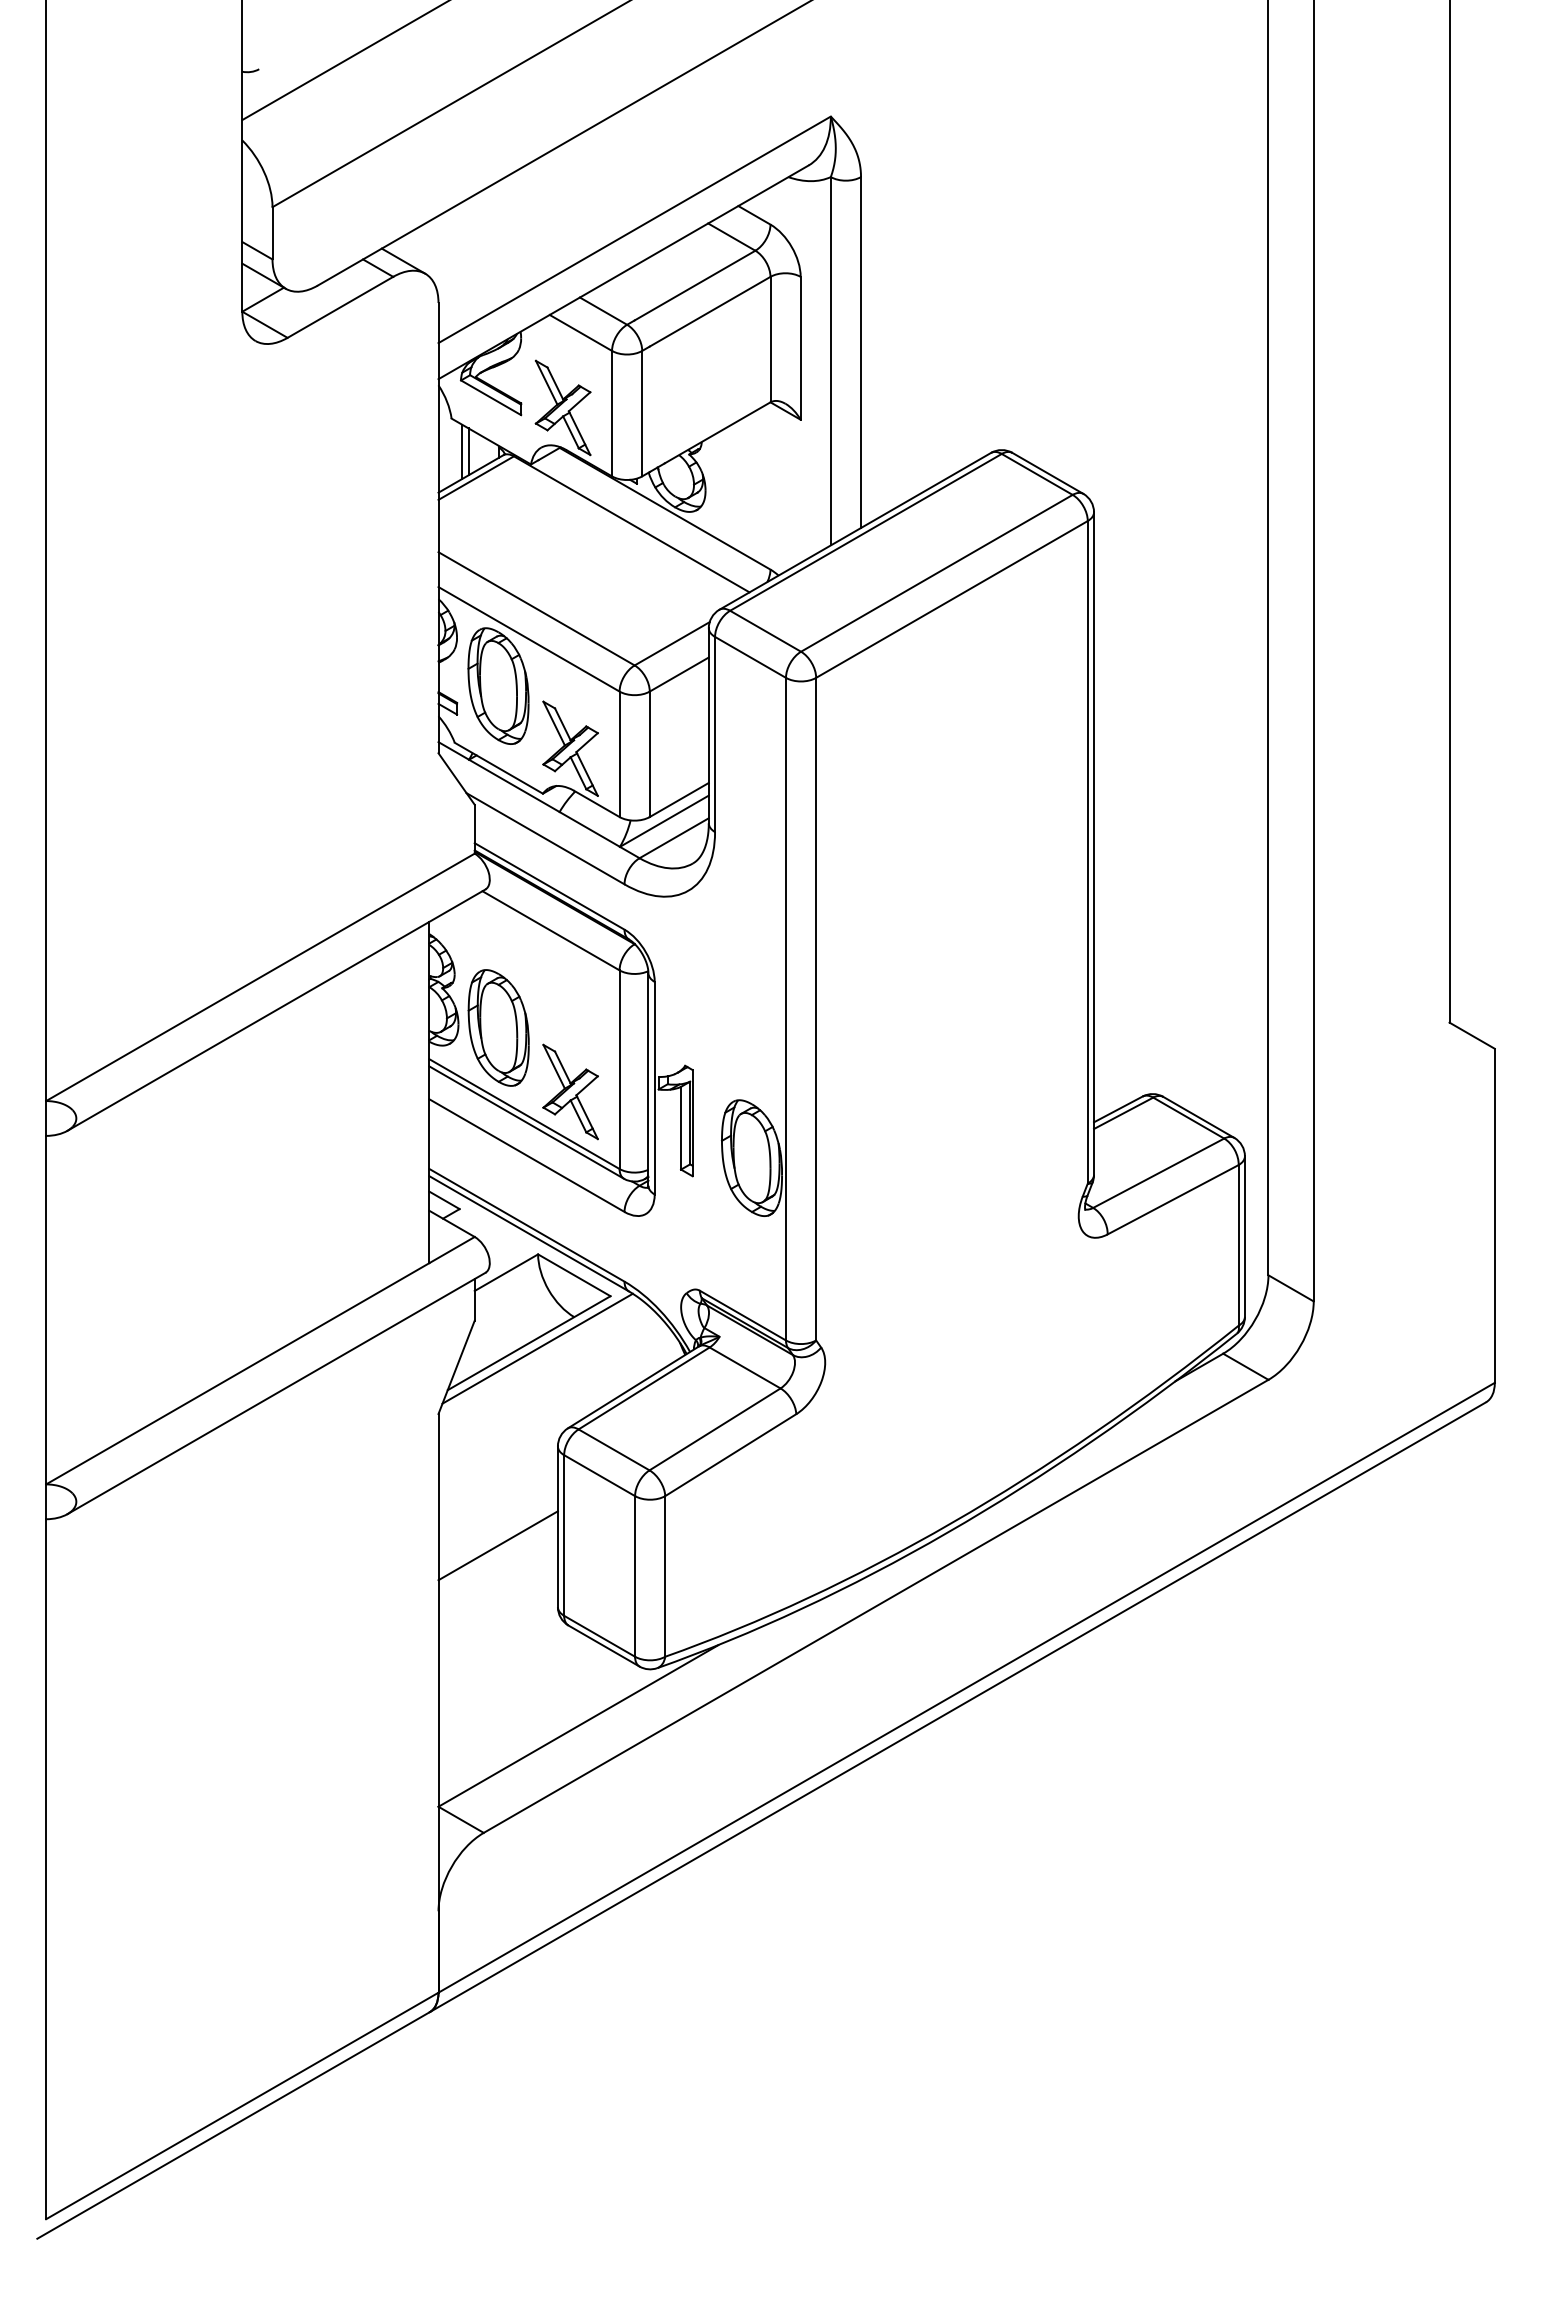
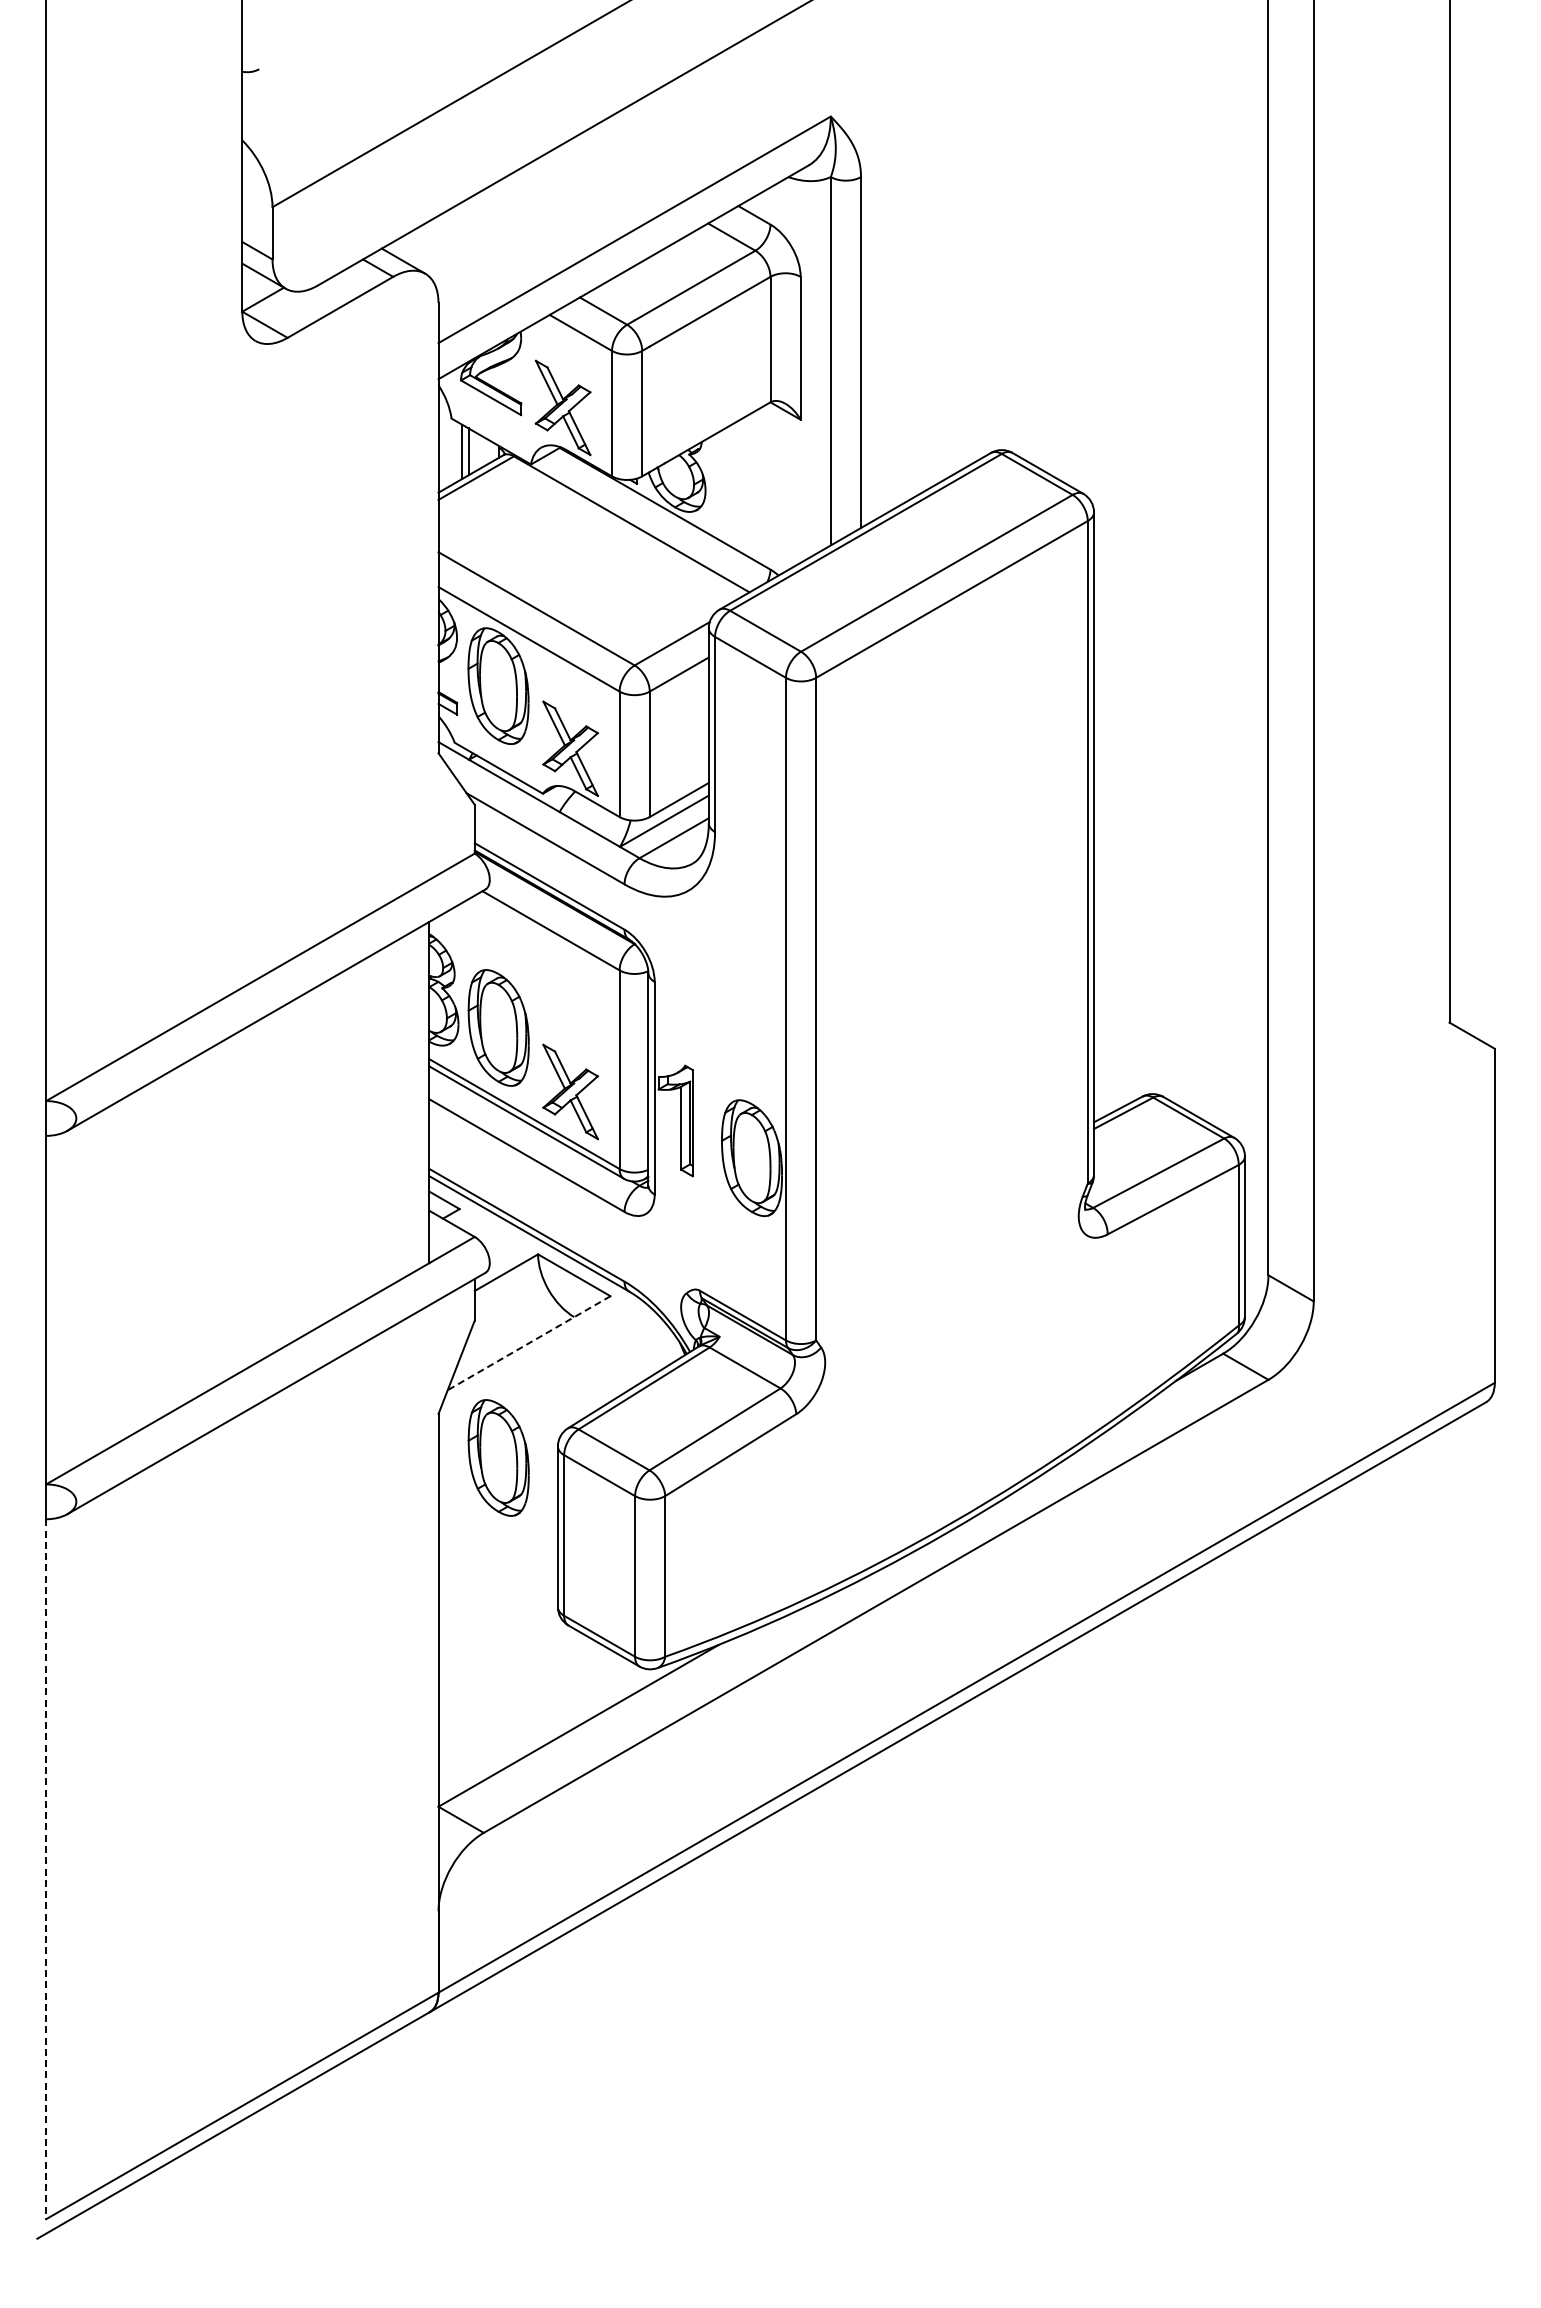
line at (344, 61): present -> none
line at (529, 1343): solid -> dashed
line at (537, 1348): present -> none
part at (498, 1457): none -> present
line at (497, 1545): present -> none
line at (46, 1869): solid -> dashed
